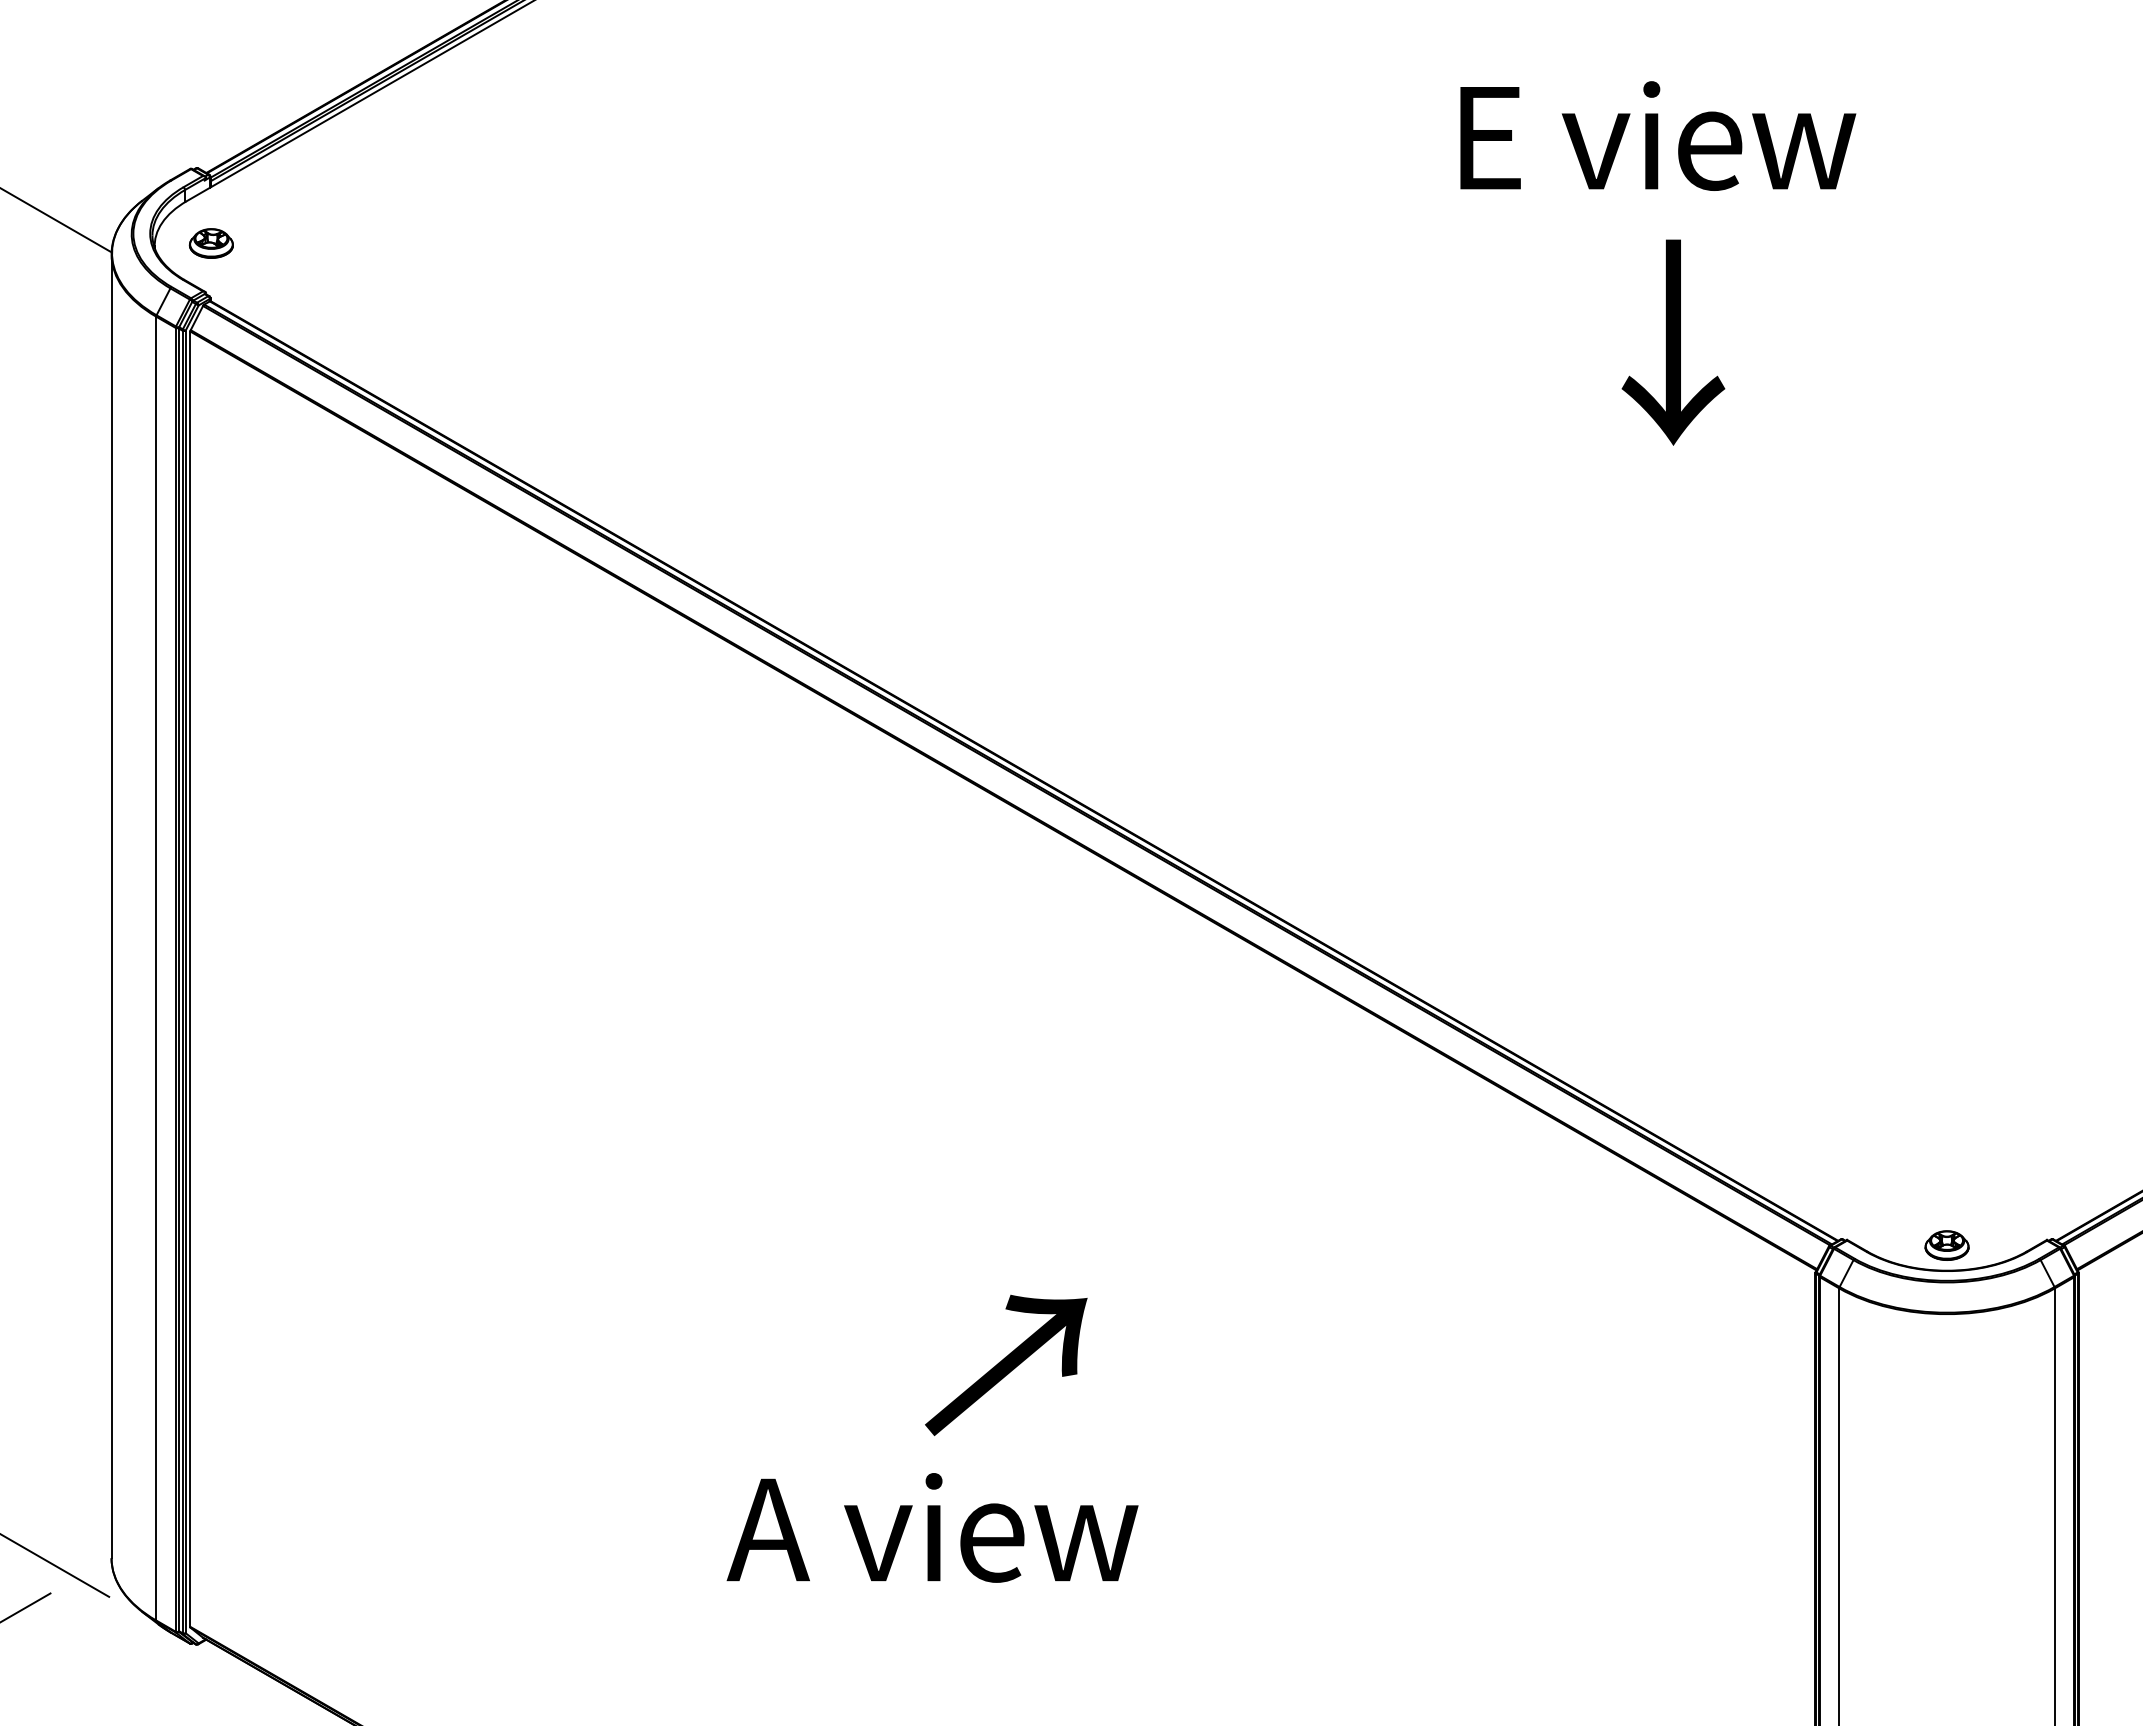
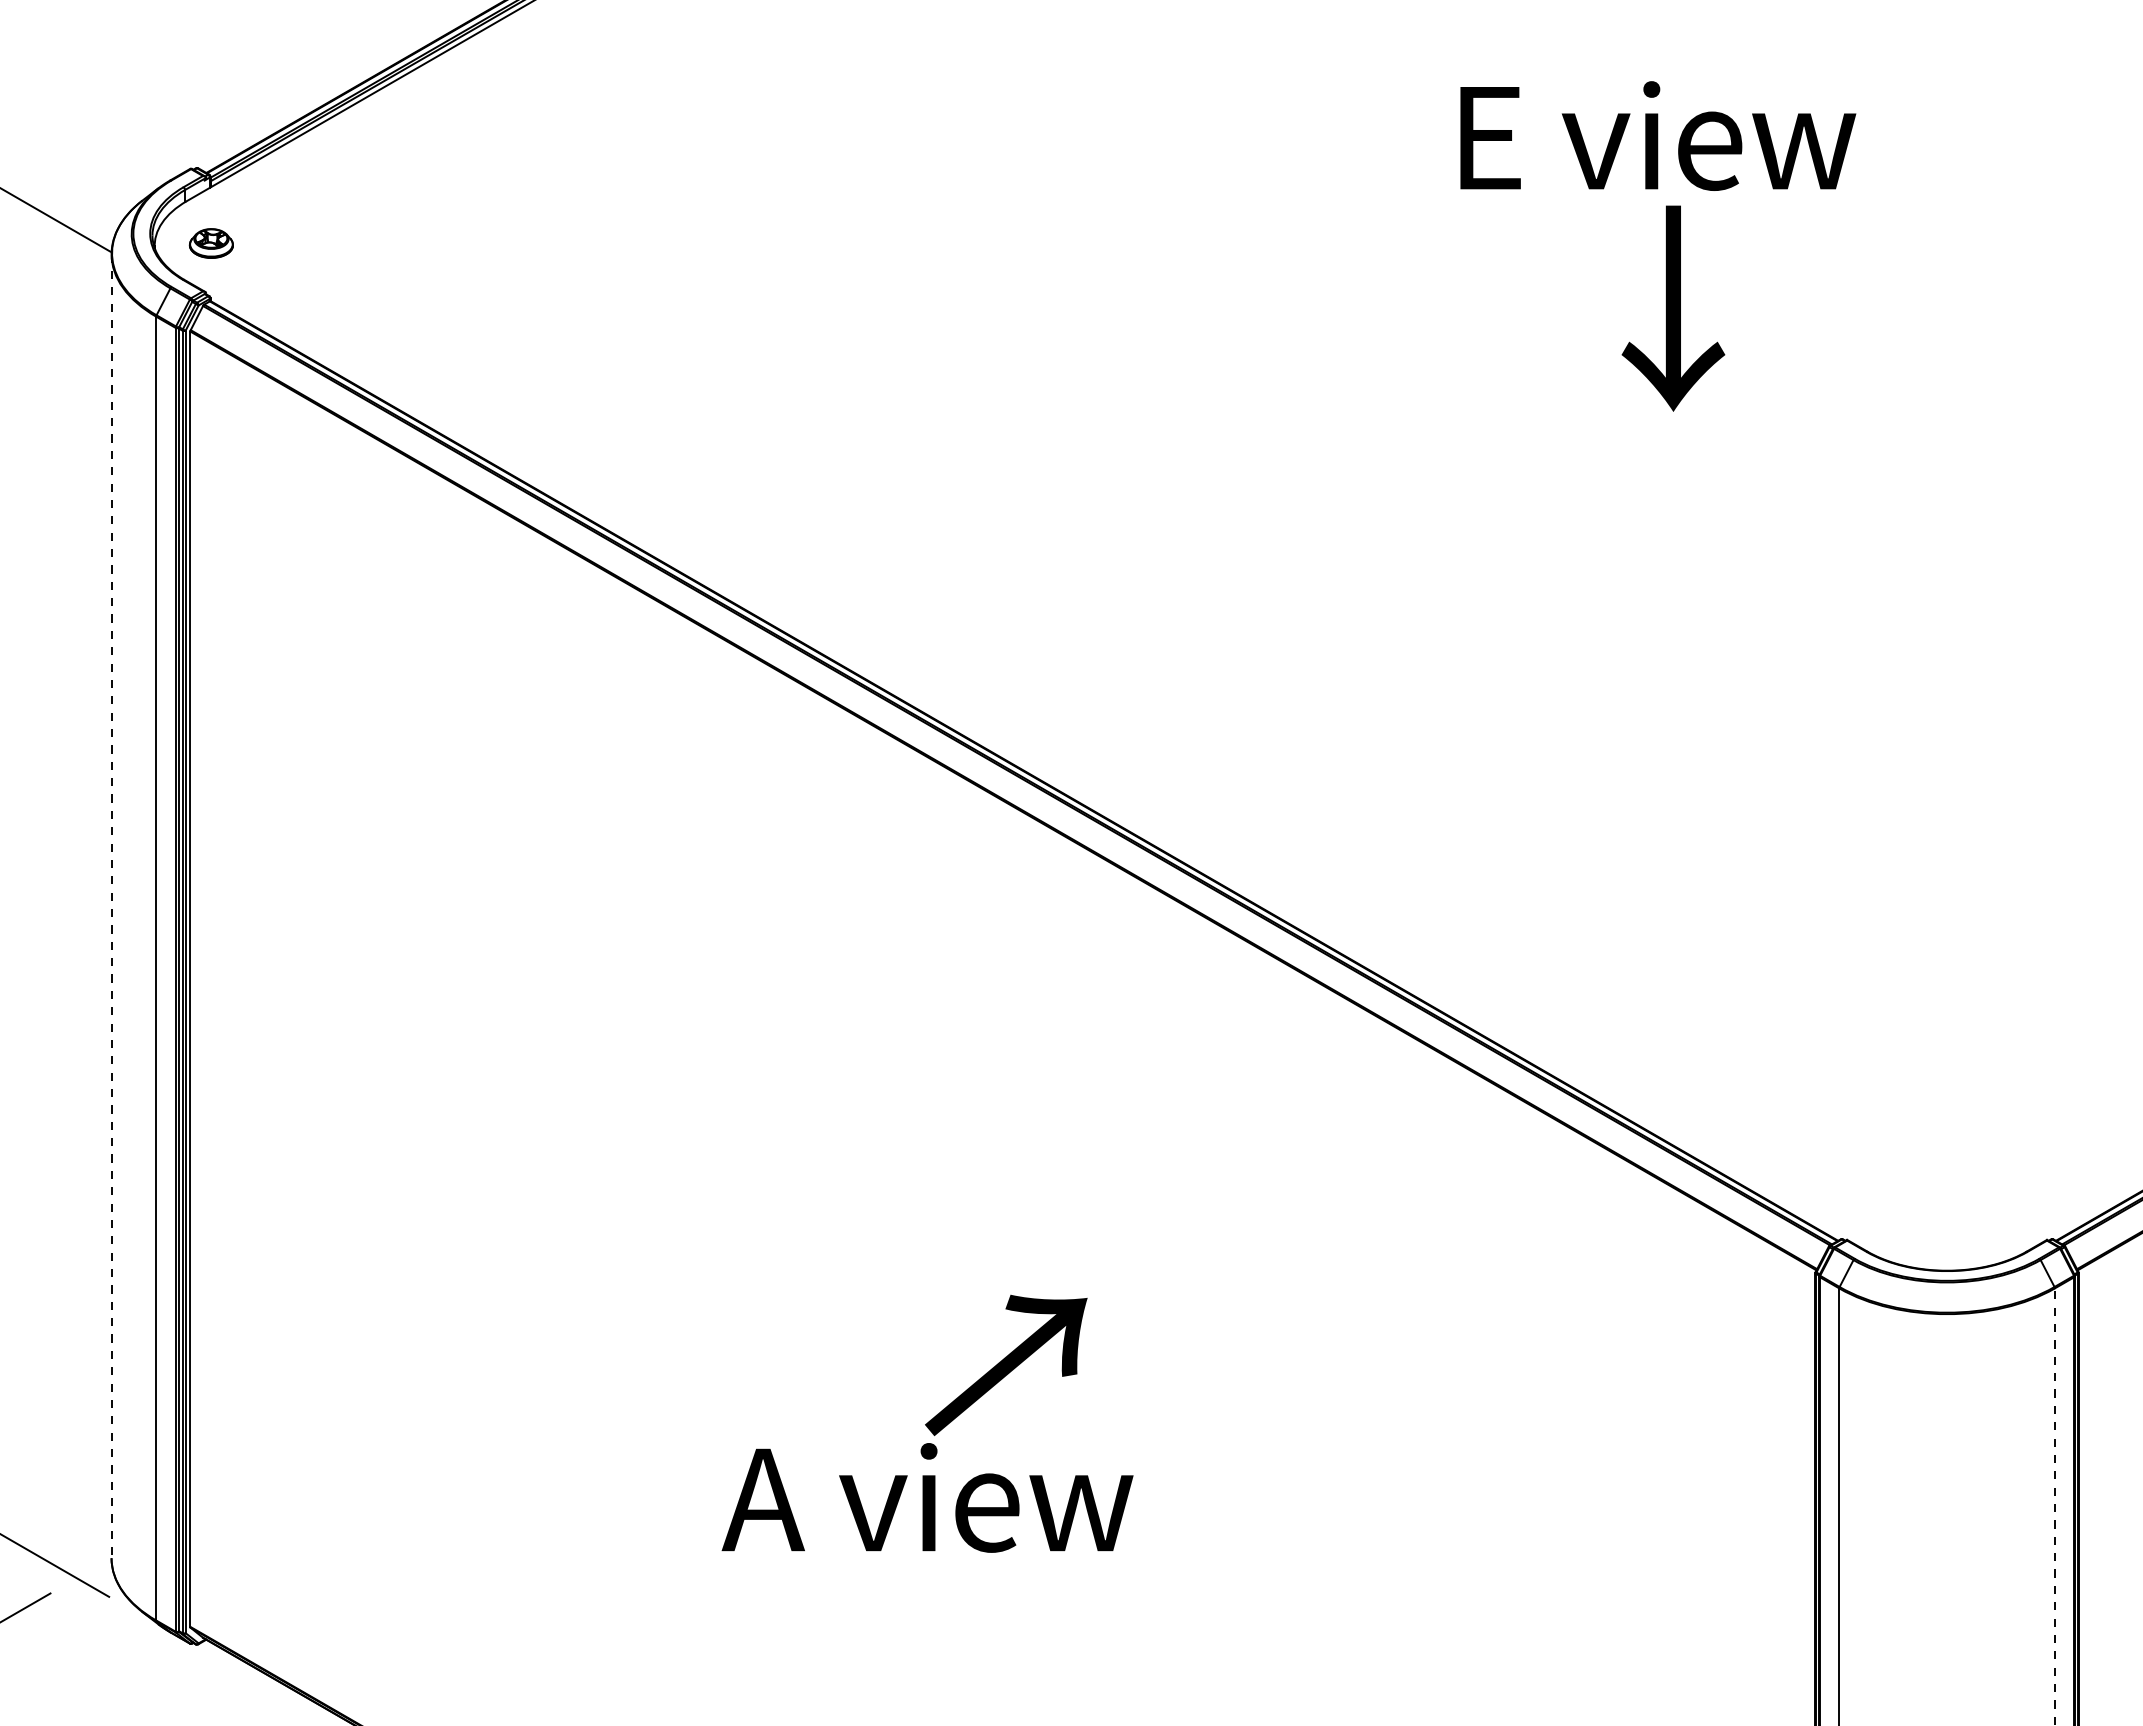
text at (1673, 342) position: (1673, 342) -> (1673, 308)
line at (111, 906): solid -> dashed
part at (1946, 1245): present -> none
line at (2054, 1506): solid -> dashed
text at (932, 1527) position: (932, 1527) -> (927, 1497)
